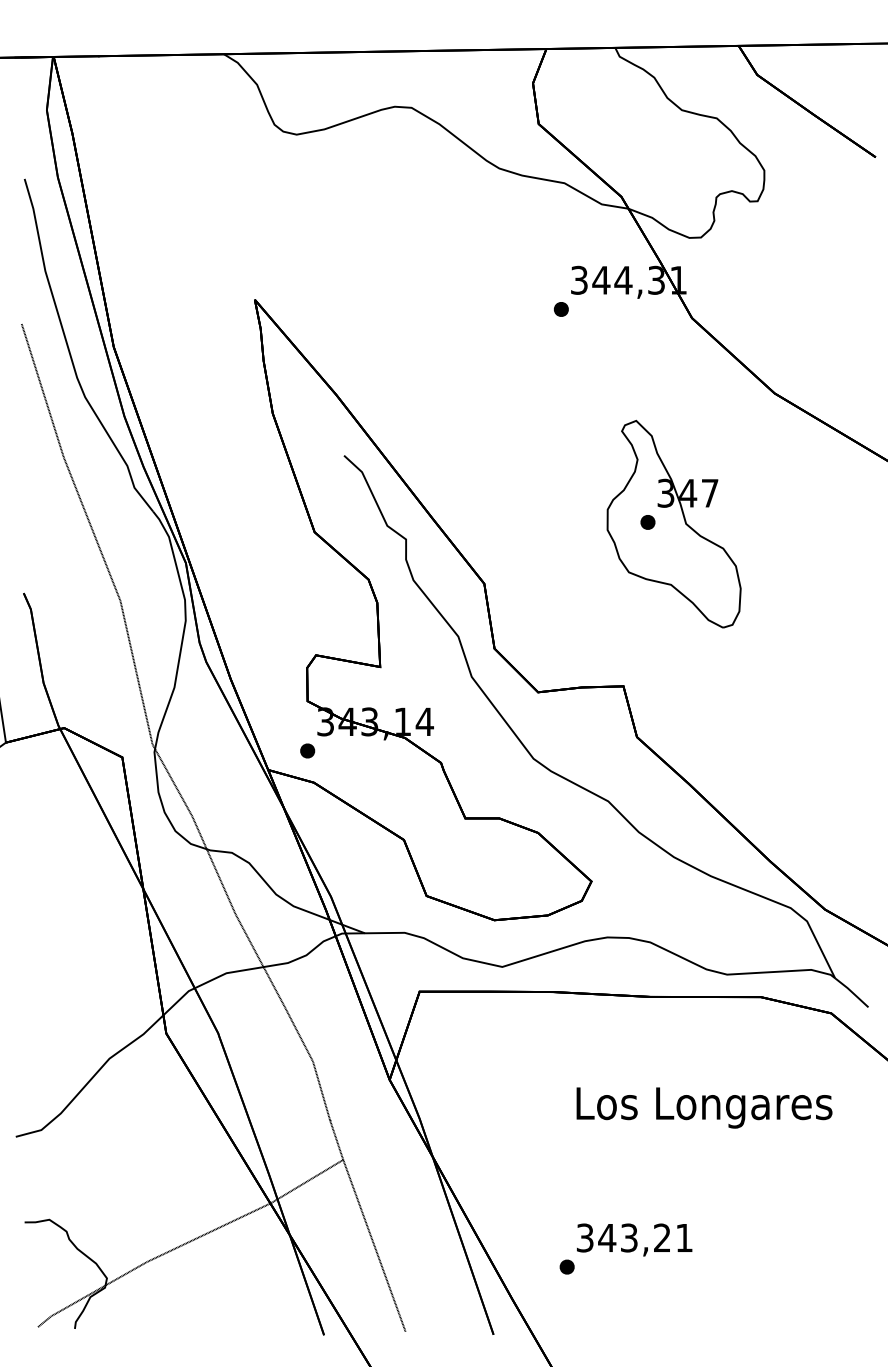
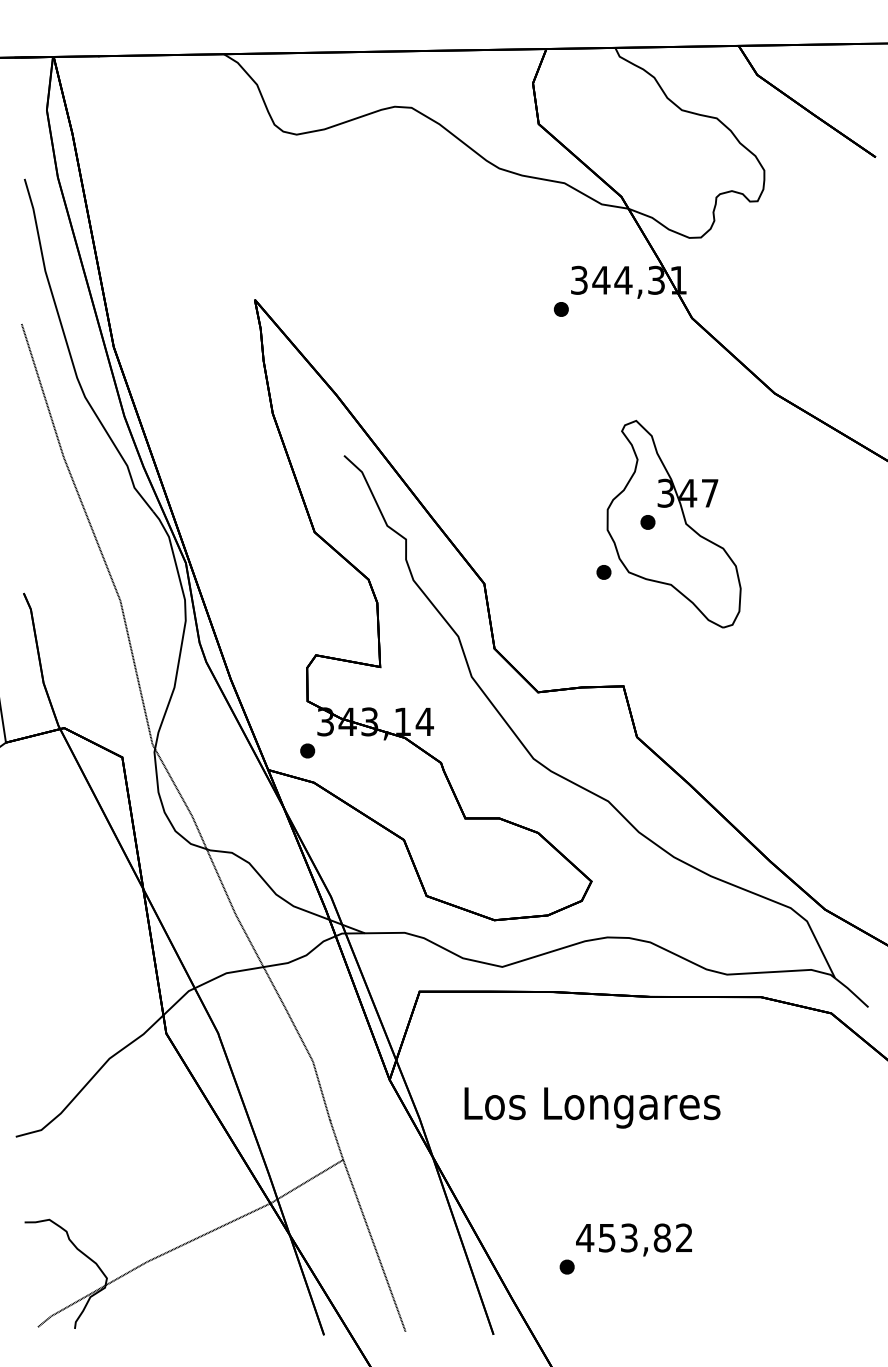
part at (603, 572): none -> present
text at (704, 1107) position: (704, 1107) -> (592, 1107)
text at (634, 1237): 343,21 -> 453,82
